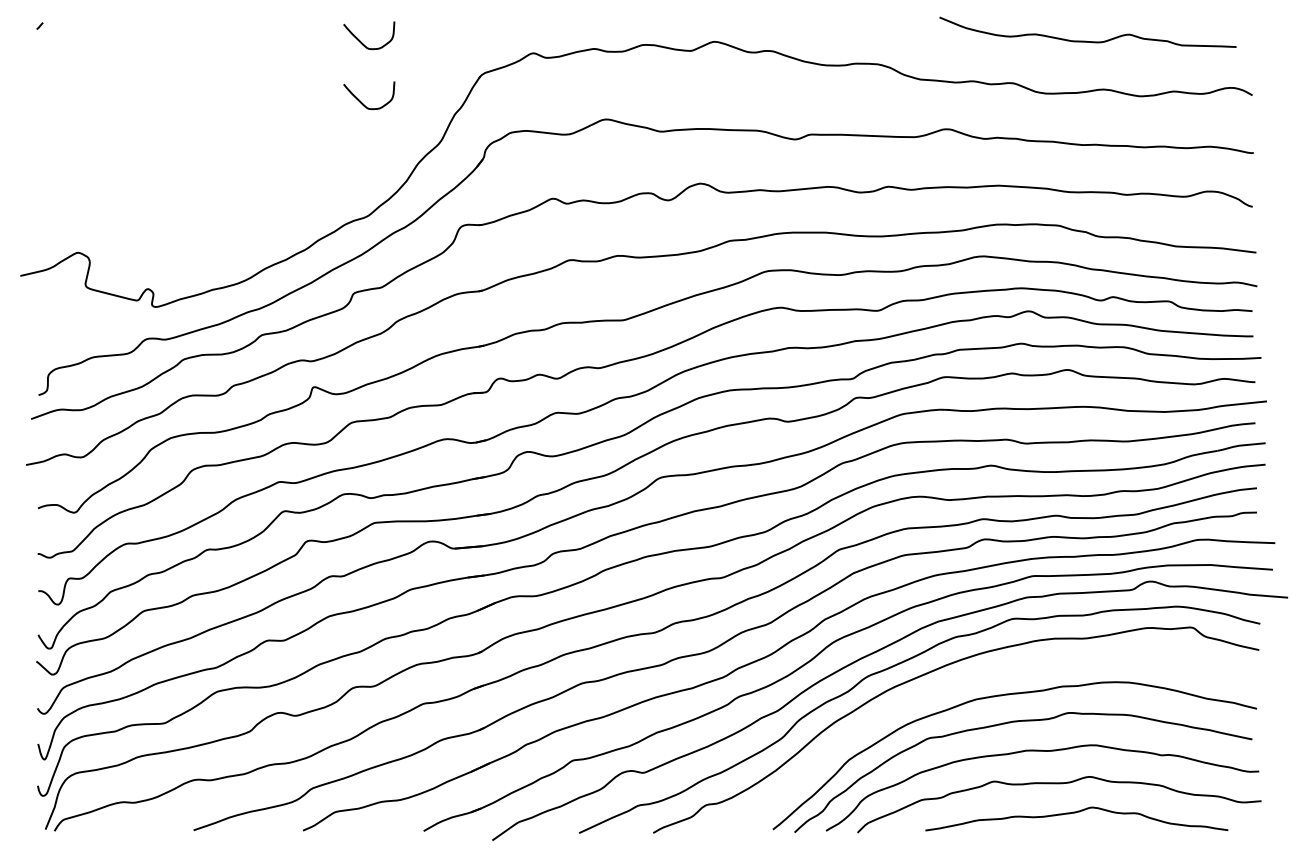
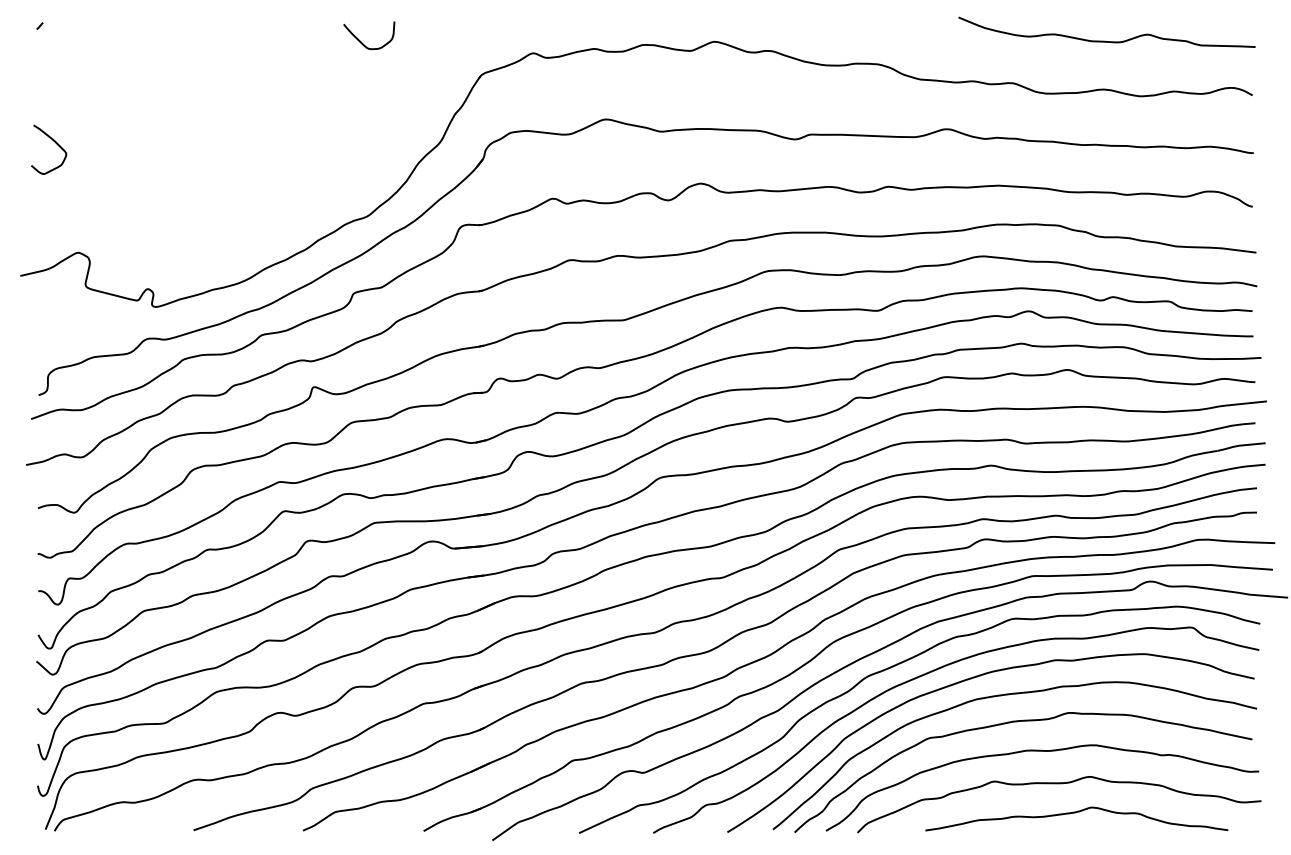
curve at (1086, 40) position: (1086, 40) -> (1105, 40)
curve at (362, 102): present -> none
curve at (55, 143): none -> present
curve at (968, 680): none -> present
